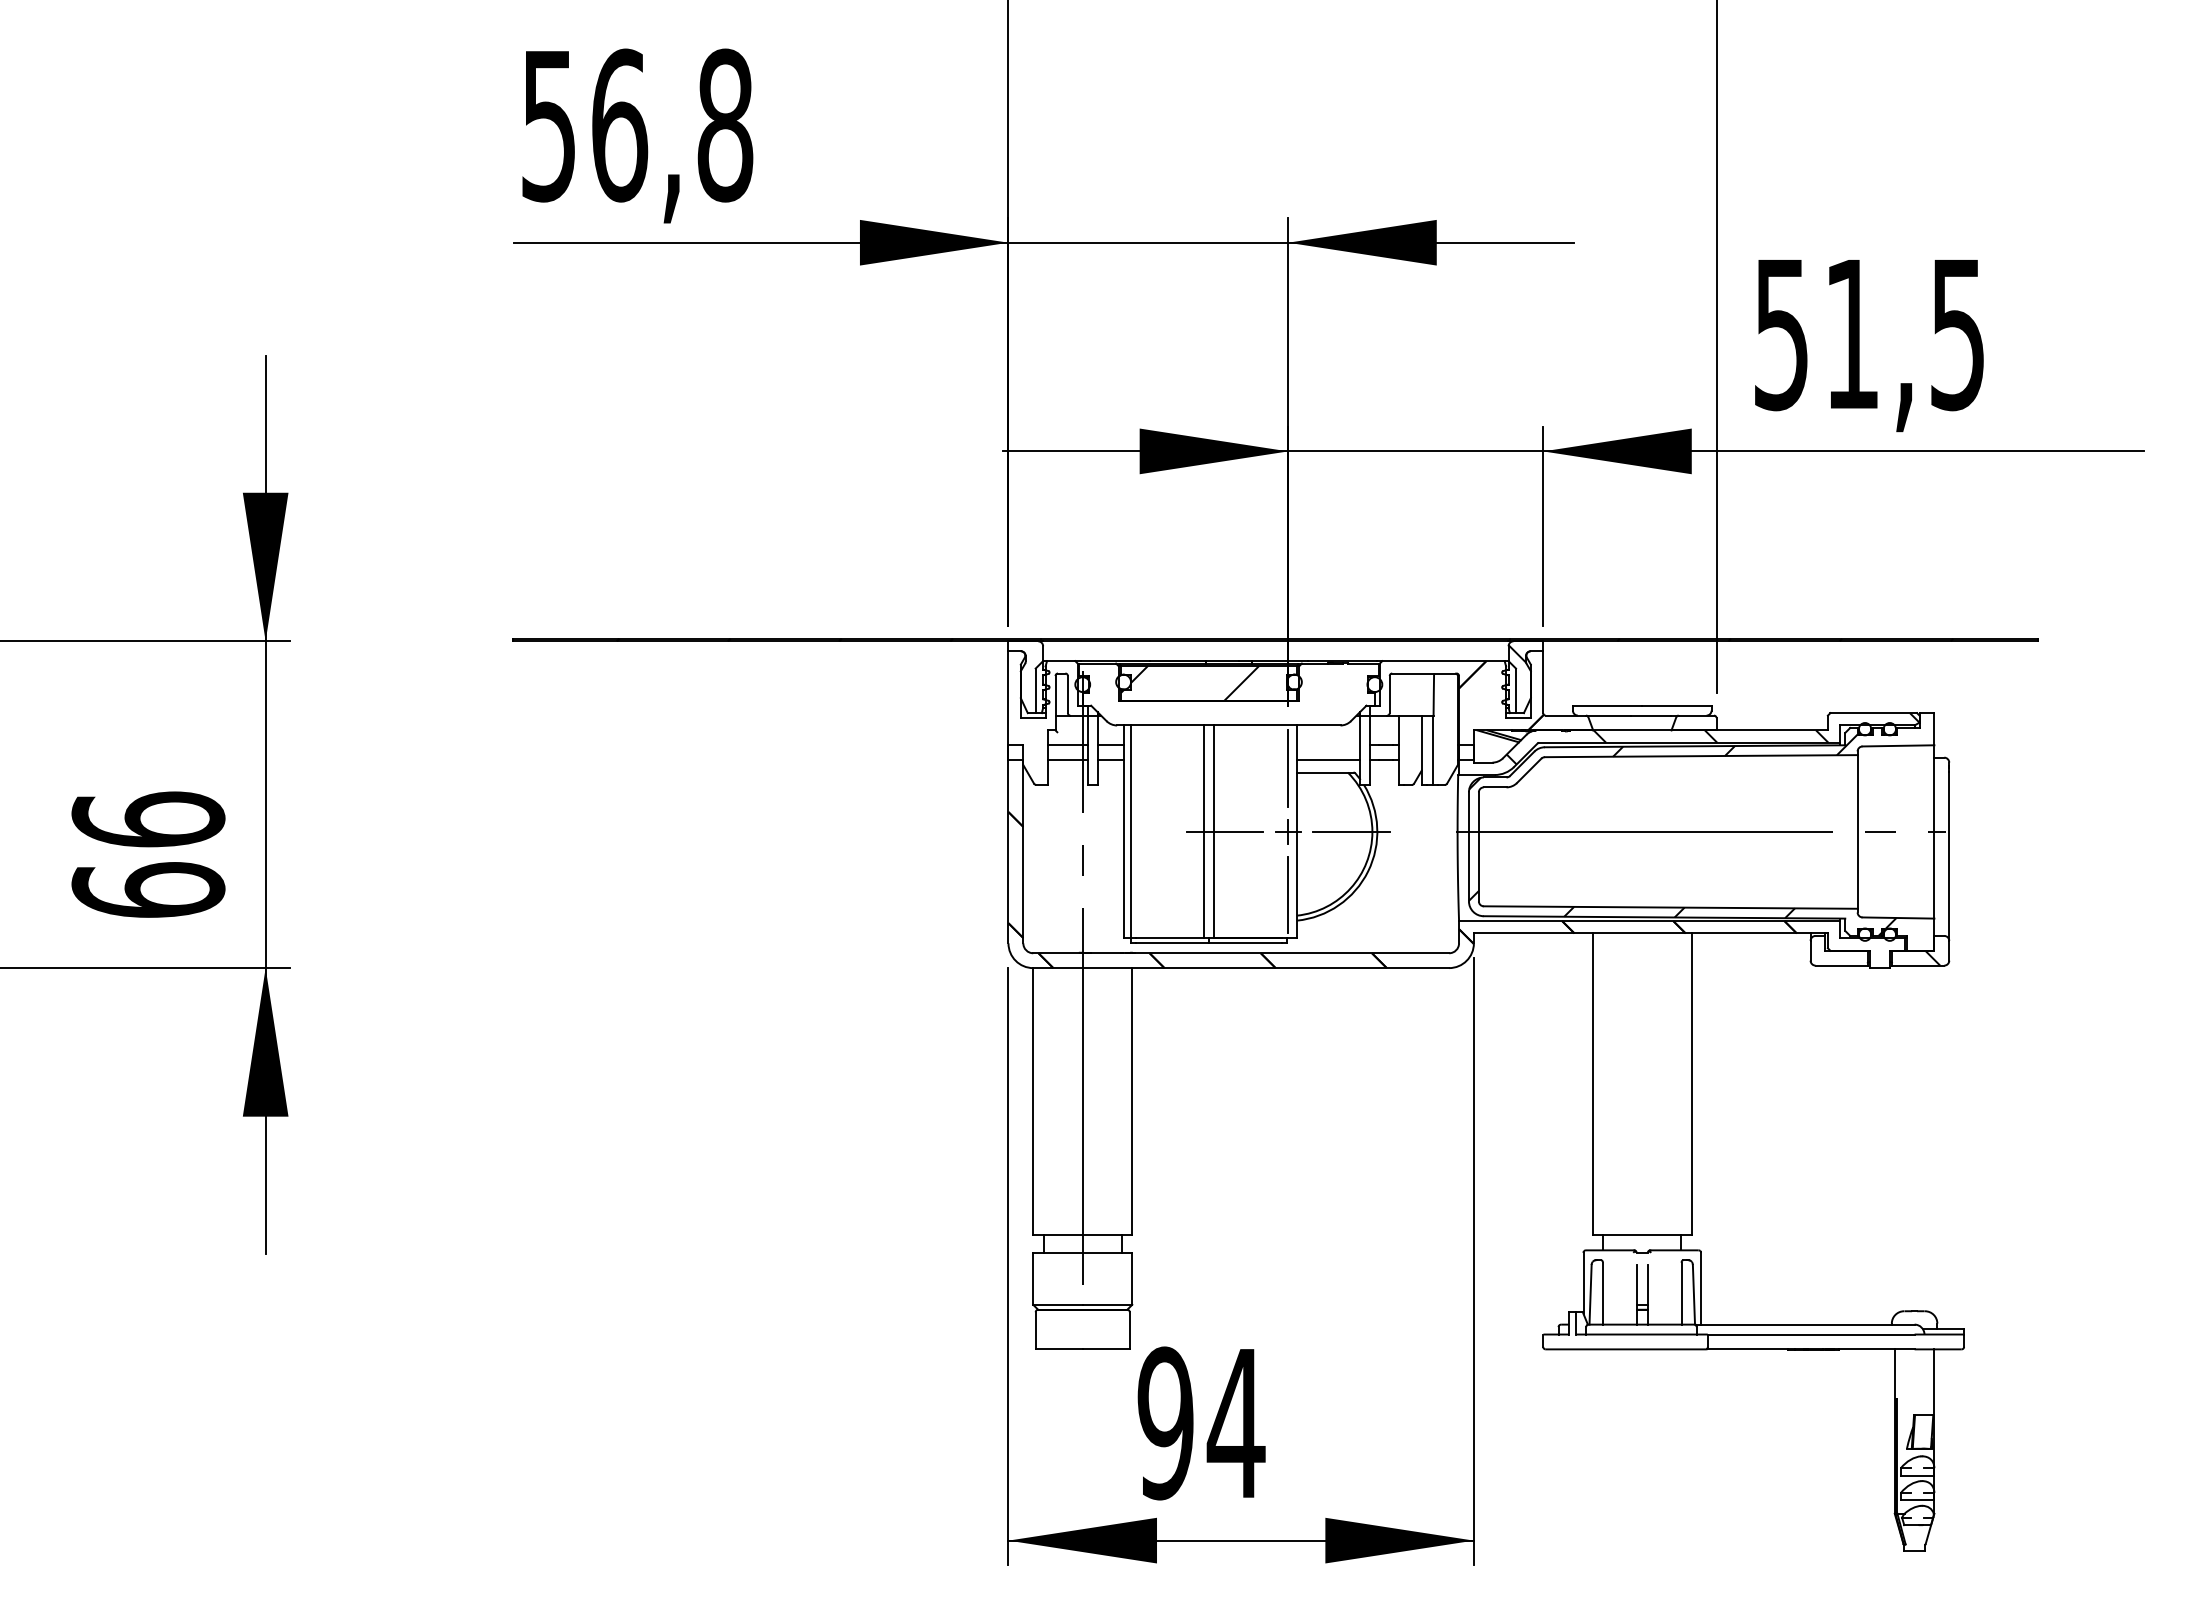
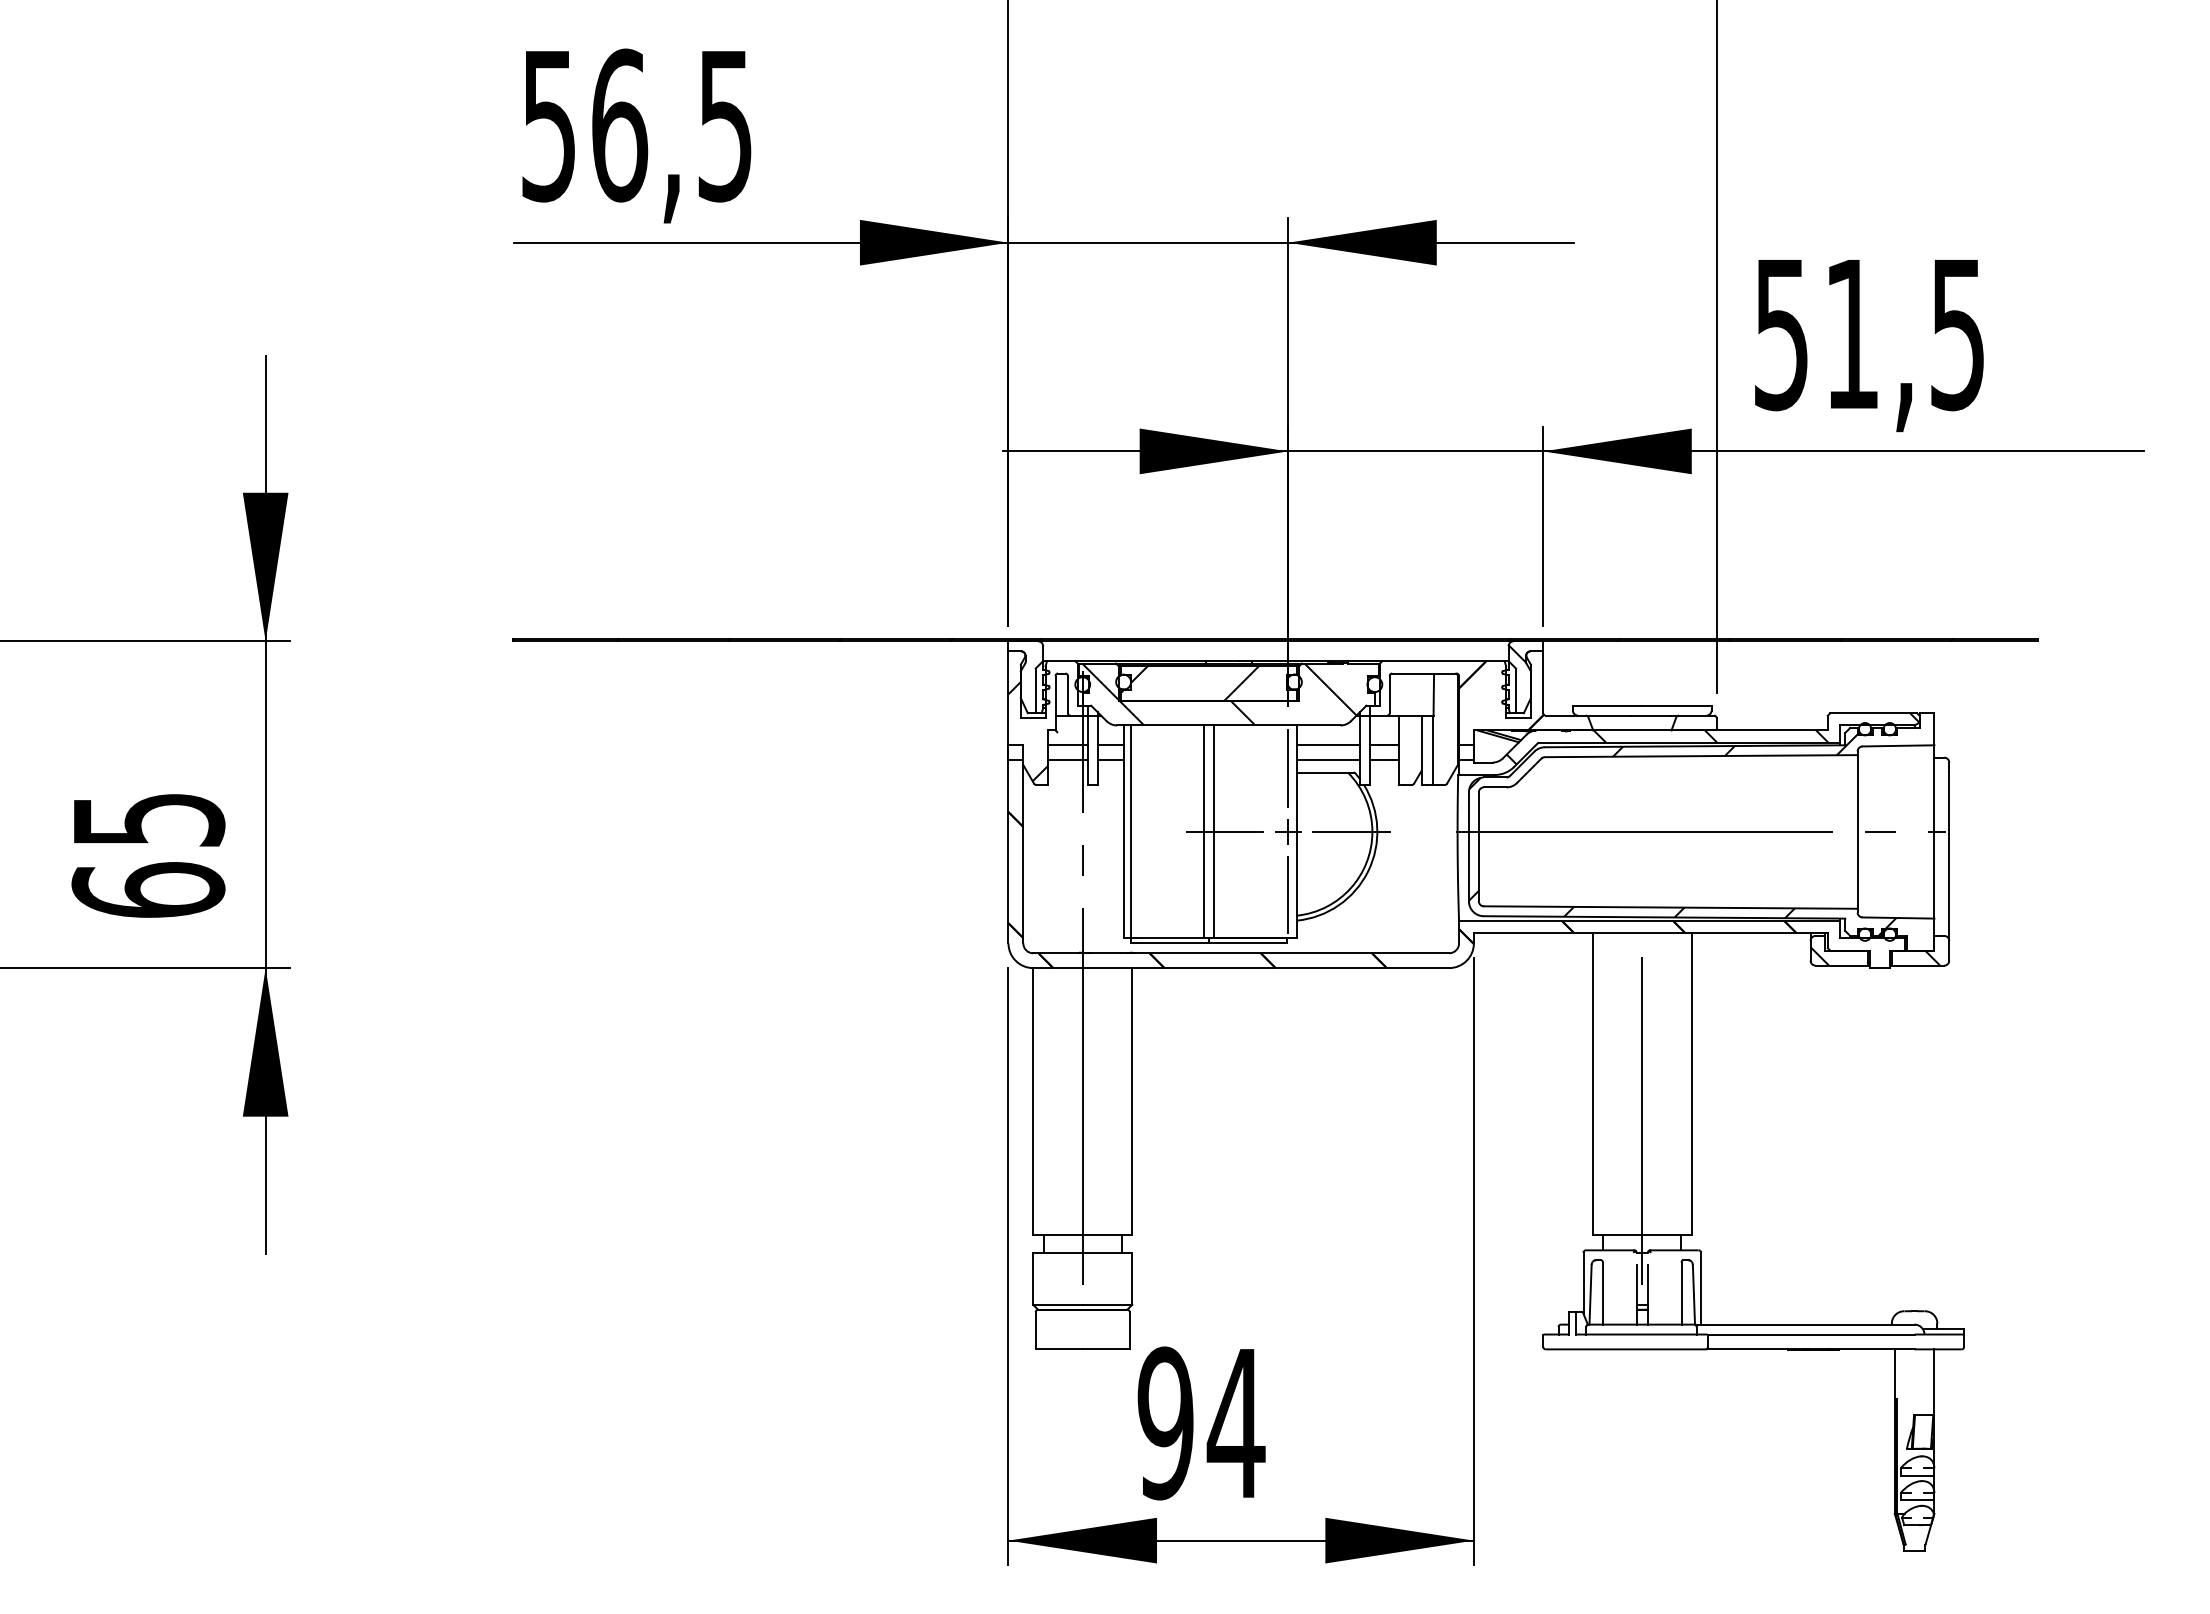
text at (725, 125): 56,8 -> 56,5
hatch at (1219, 694): none -> present
hatch at (1028, 731): none -> present
line at (1328, 745): none -> present
text at (148, 819): 66 -> 65
hatch at (1819, 956): none -> present
line at (1642, 1120): none -> present
